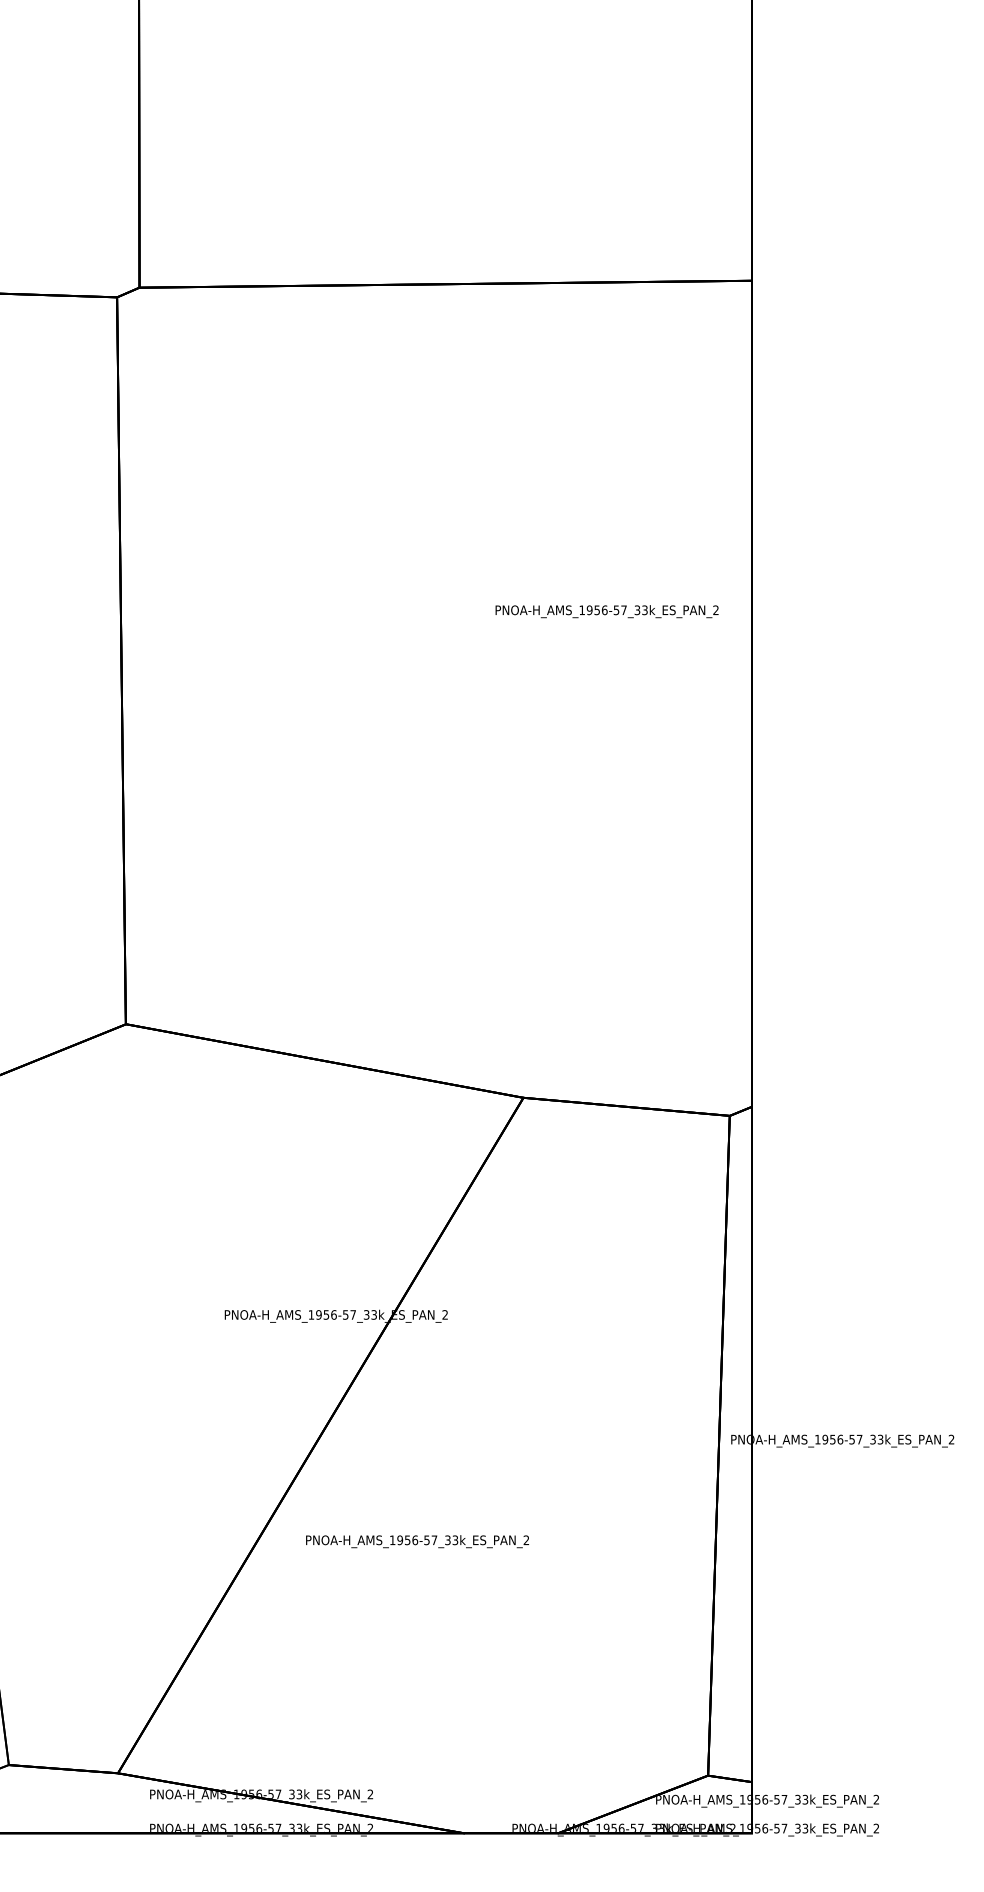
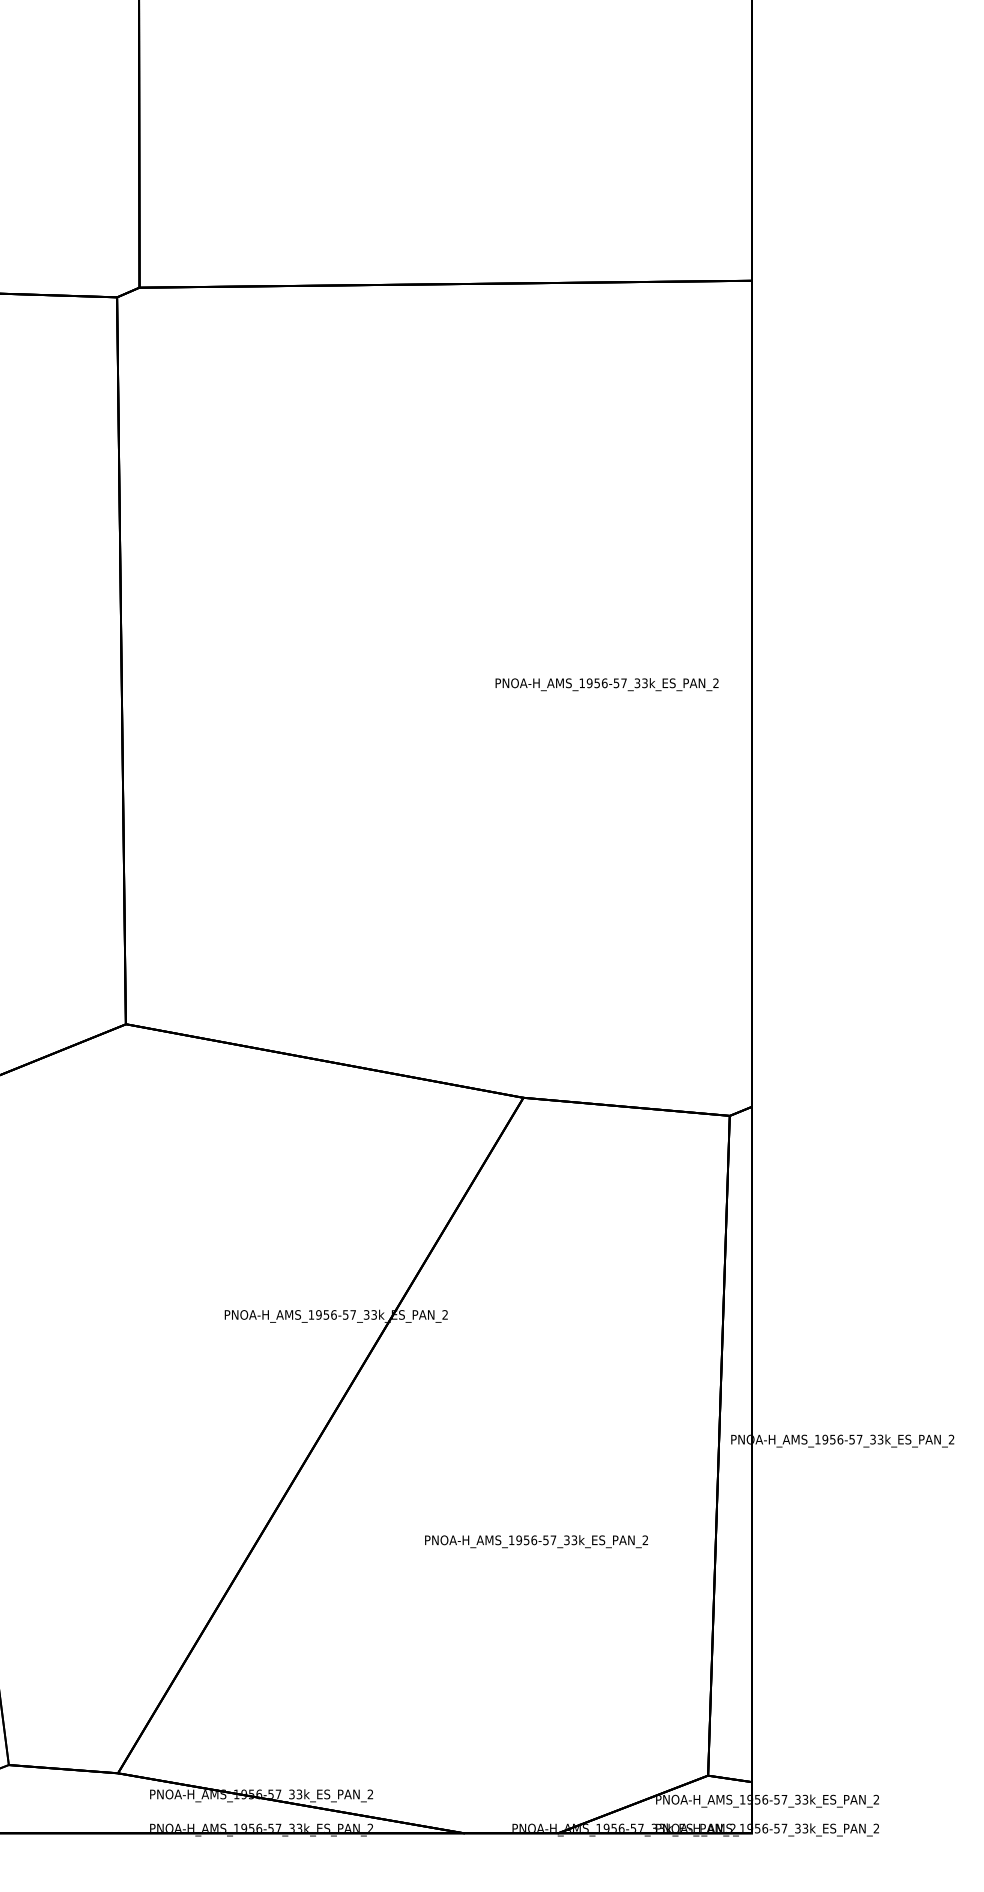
text at (606, 611) position: (606, 611) -> (606, 684)
text at (417, 1541) position: (417, 1541) -> (536, 1541)
